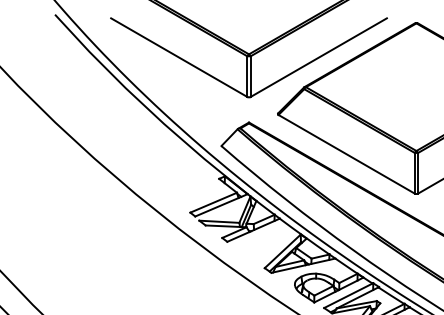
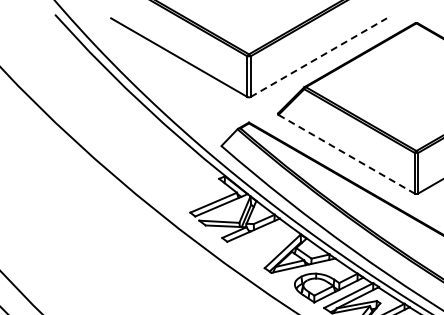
line at (318, 57): solid -> dashed
line at (346, 154): solid -> dashed
